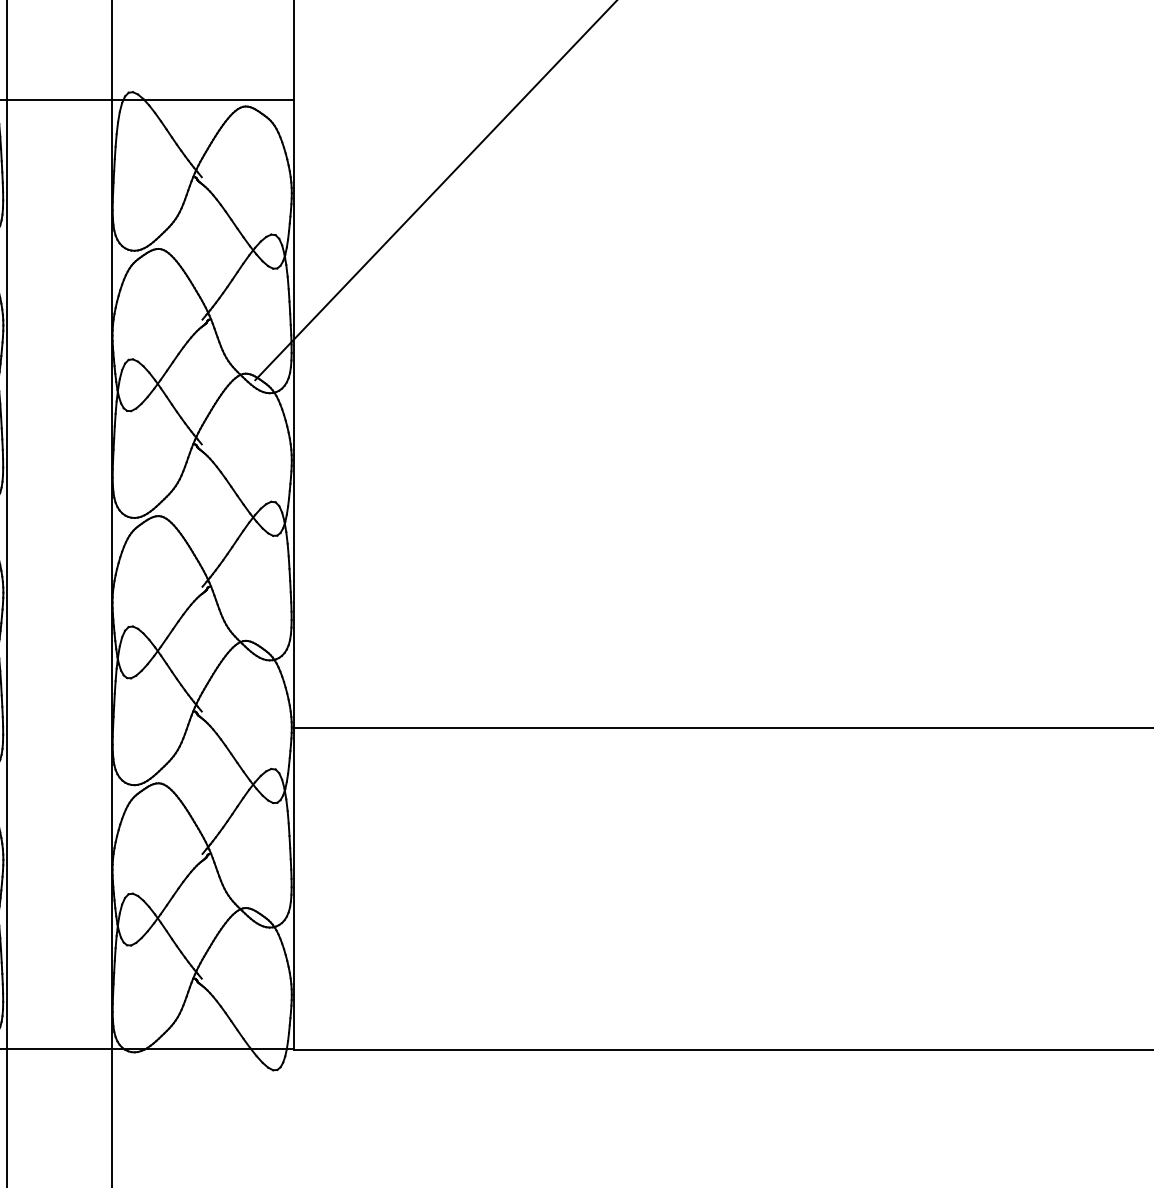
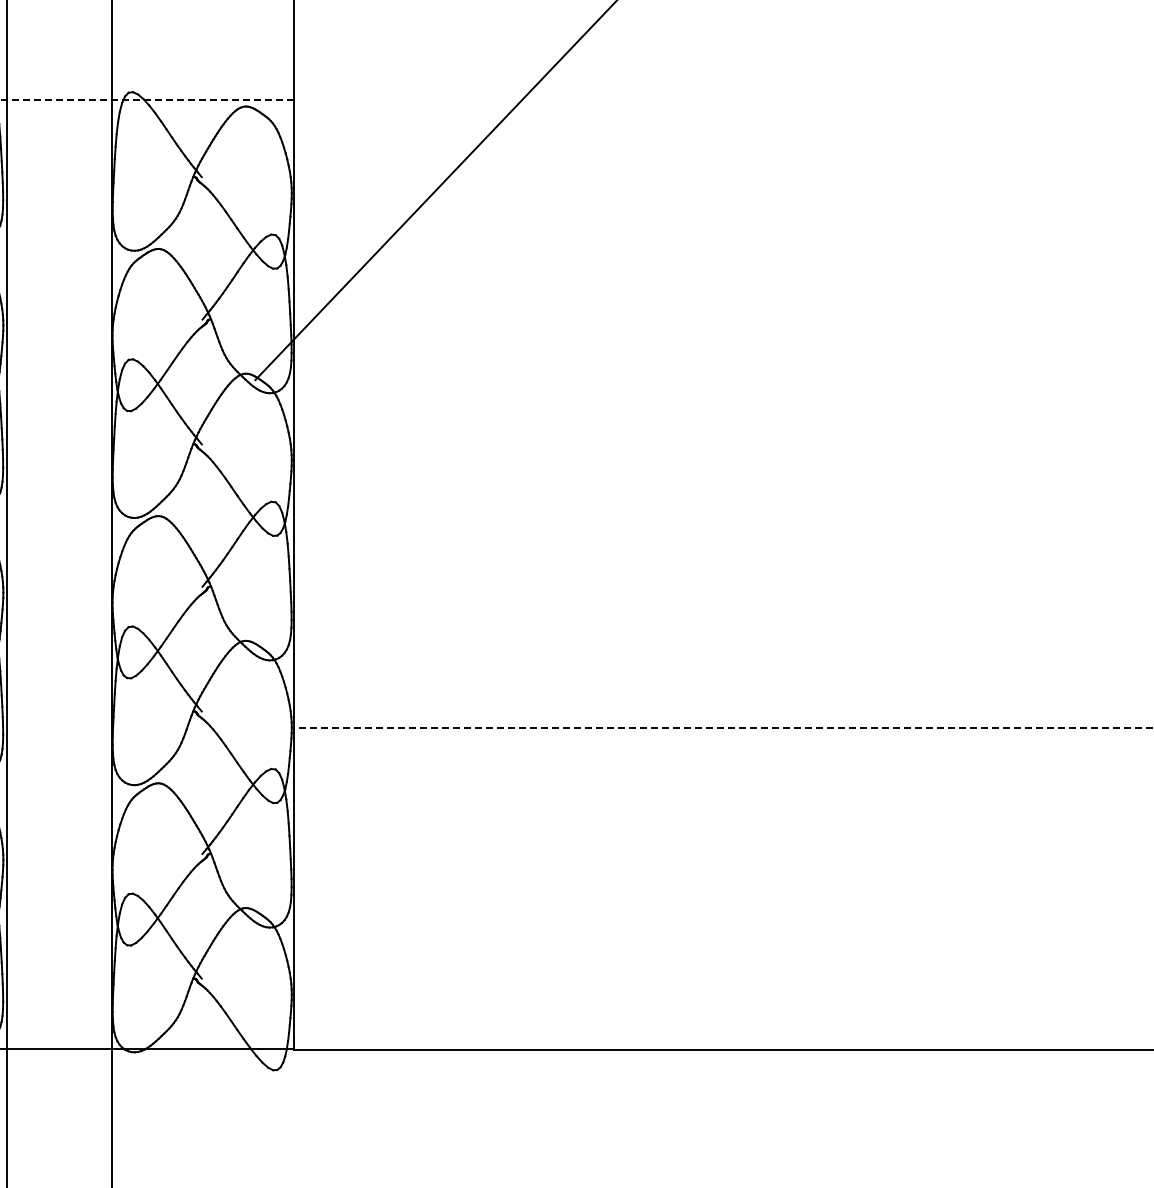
line at (147, 100): solid -> dashed
line at (723, 727): solid -> dashed
